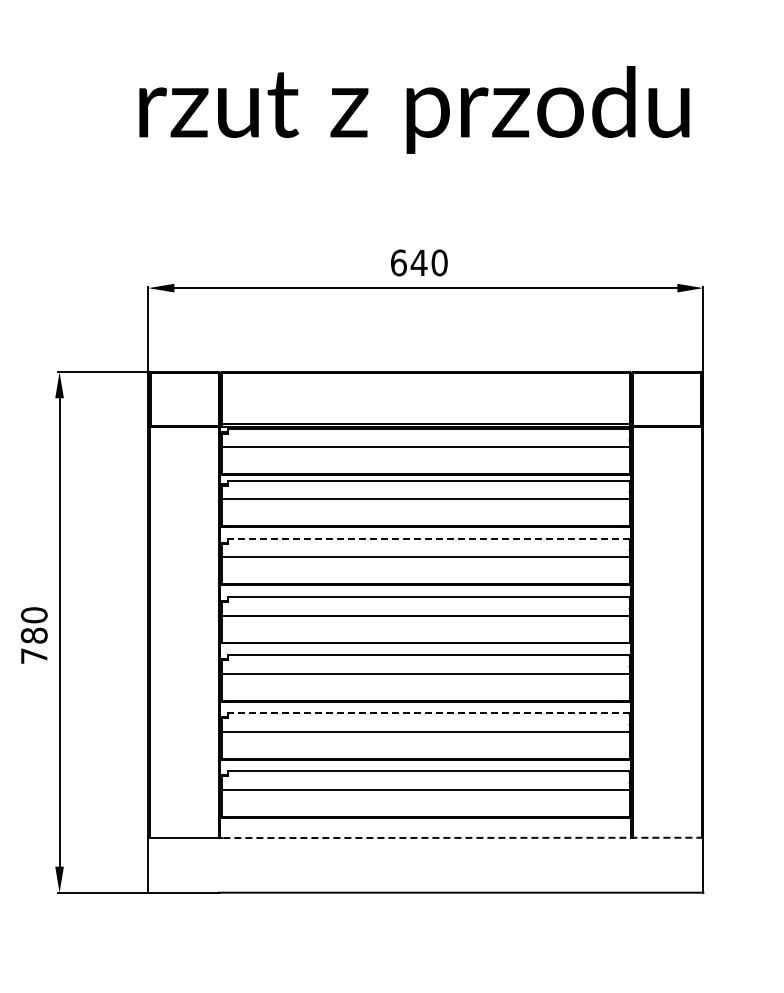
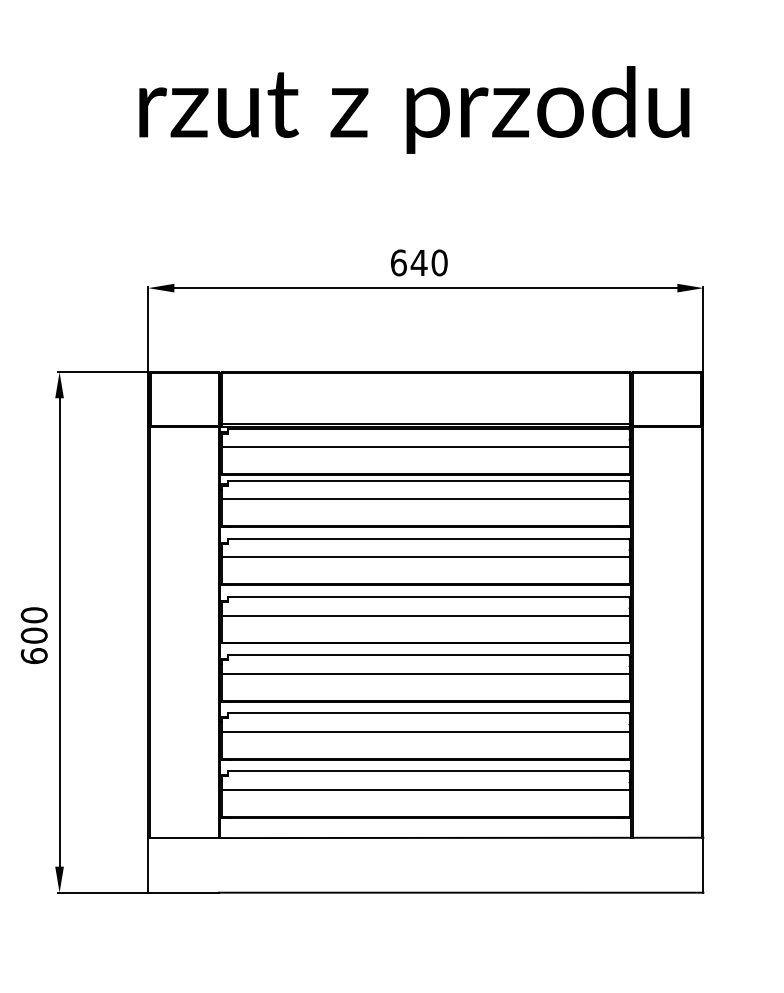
line at (428, 539): dashed -> solid
text at (33, 645): 780 -> 600
line at (428, 713): dashed -> solid
line at (462, 837): dashed -> solid
